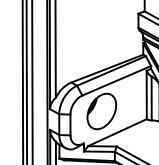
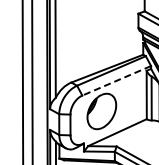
line at (26, 81): present -> none
line at (116, 81): solid -> dashed
